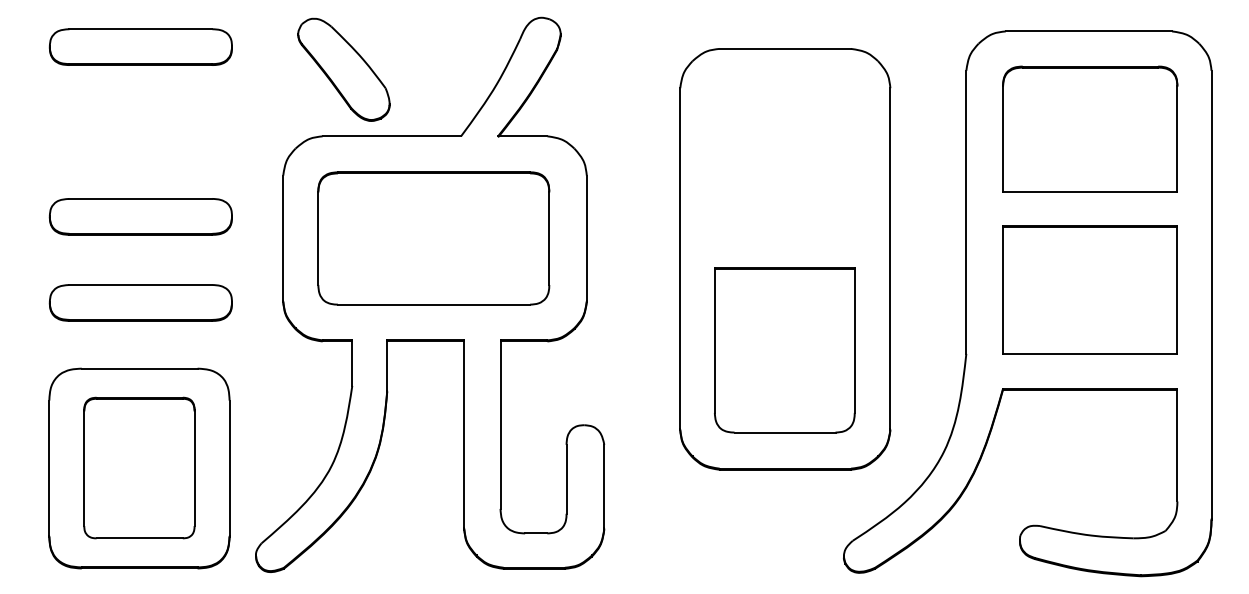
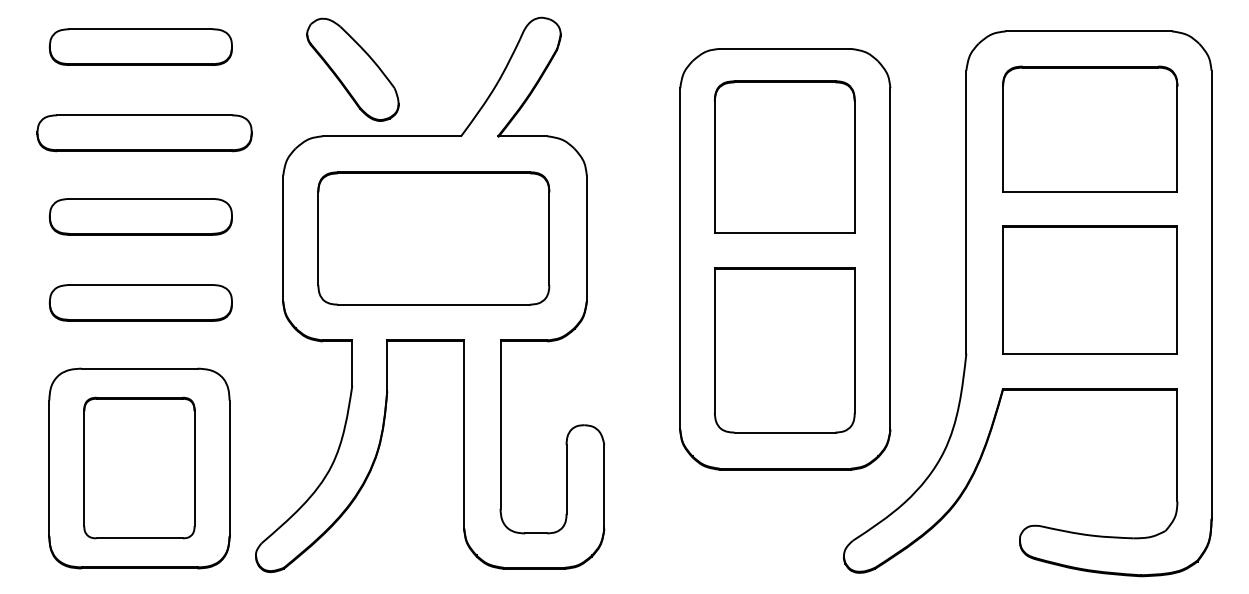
part at (343, 69) position: (343, 69) -> (352, 69)
part at (144, 133): none -> present
part at (784, 156): none -> present
